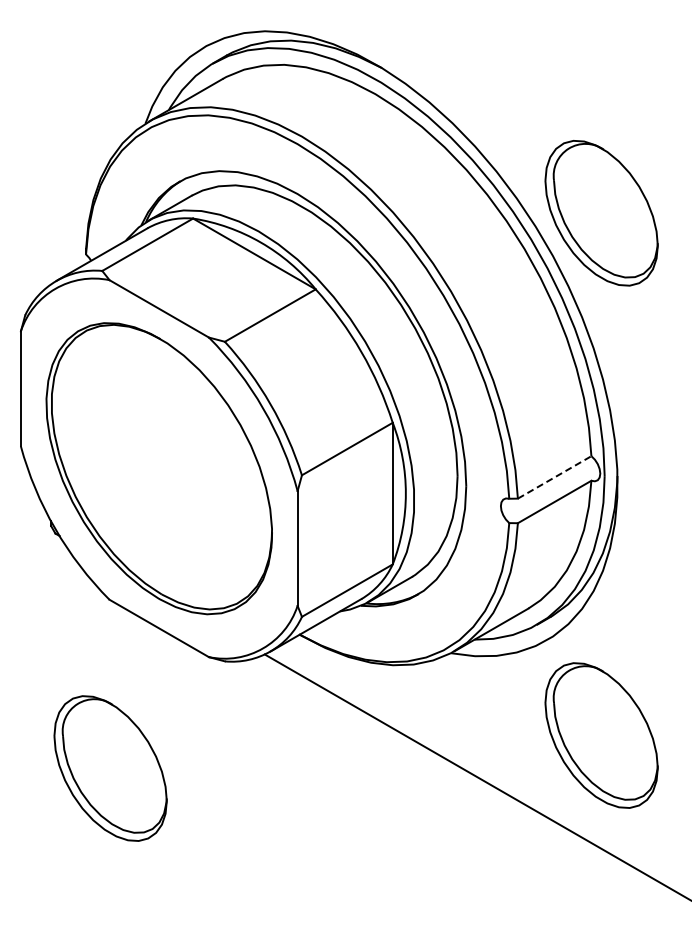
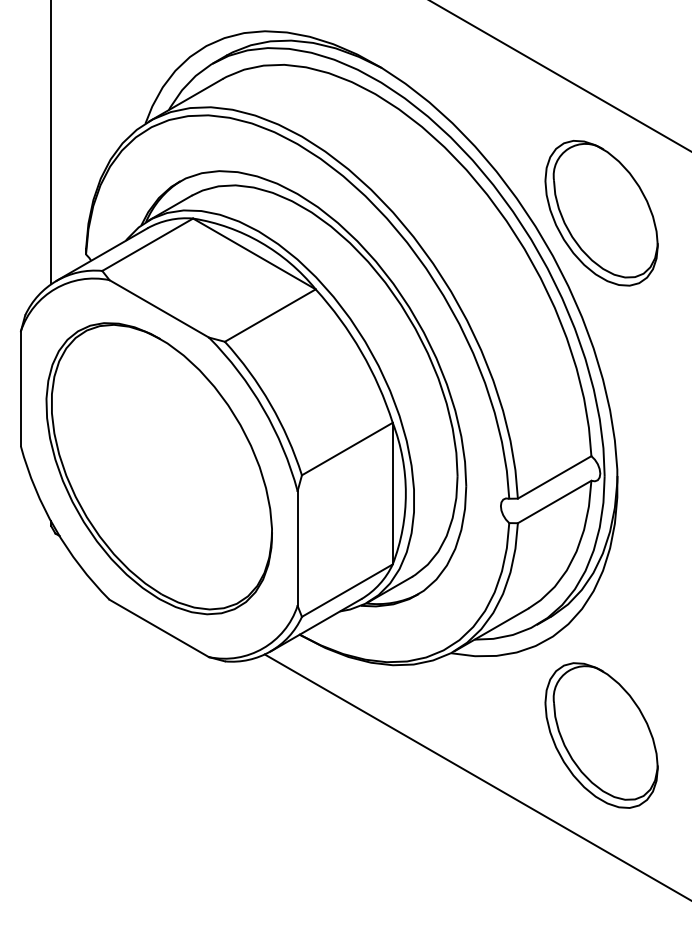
line at (560, 76): none -> present
line at (51, 143): none -> present
line at (555, 477): dashed -> solid
part at (110, 768): present -> none
